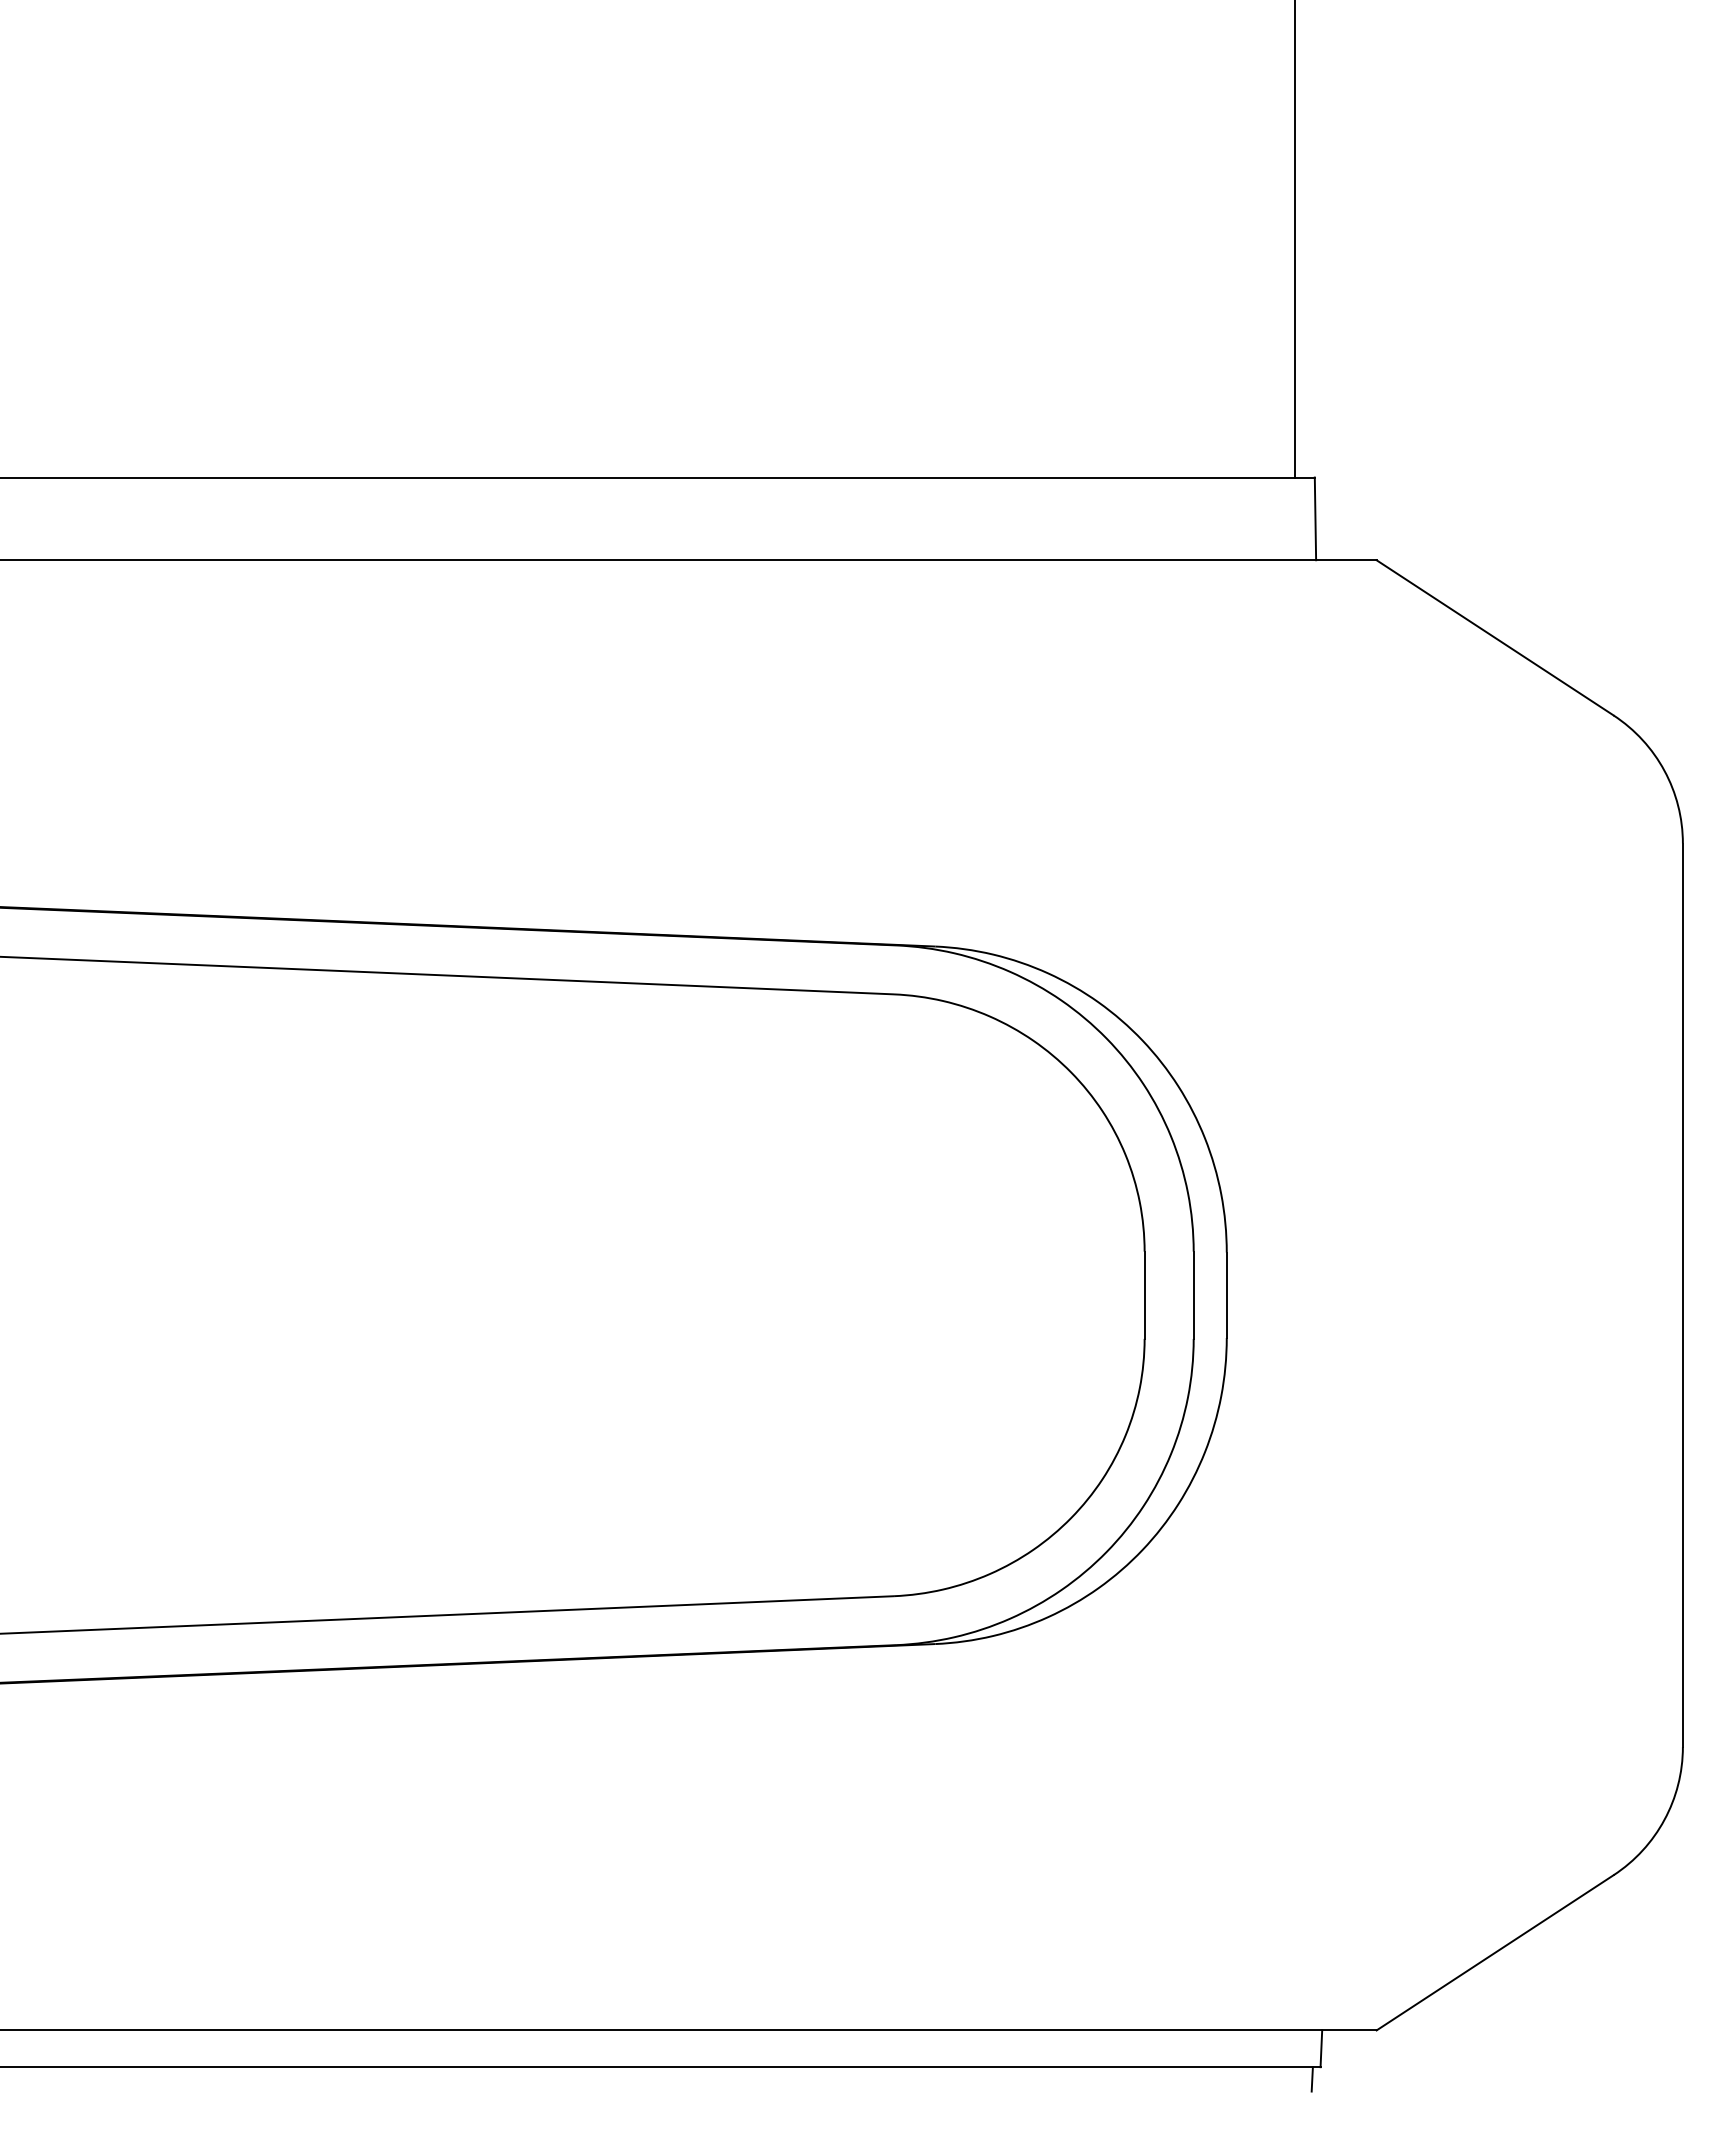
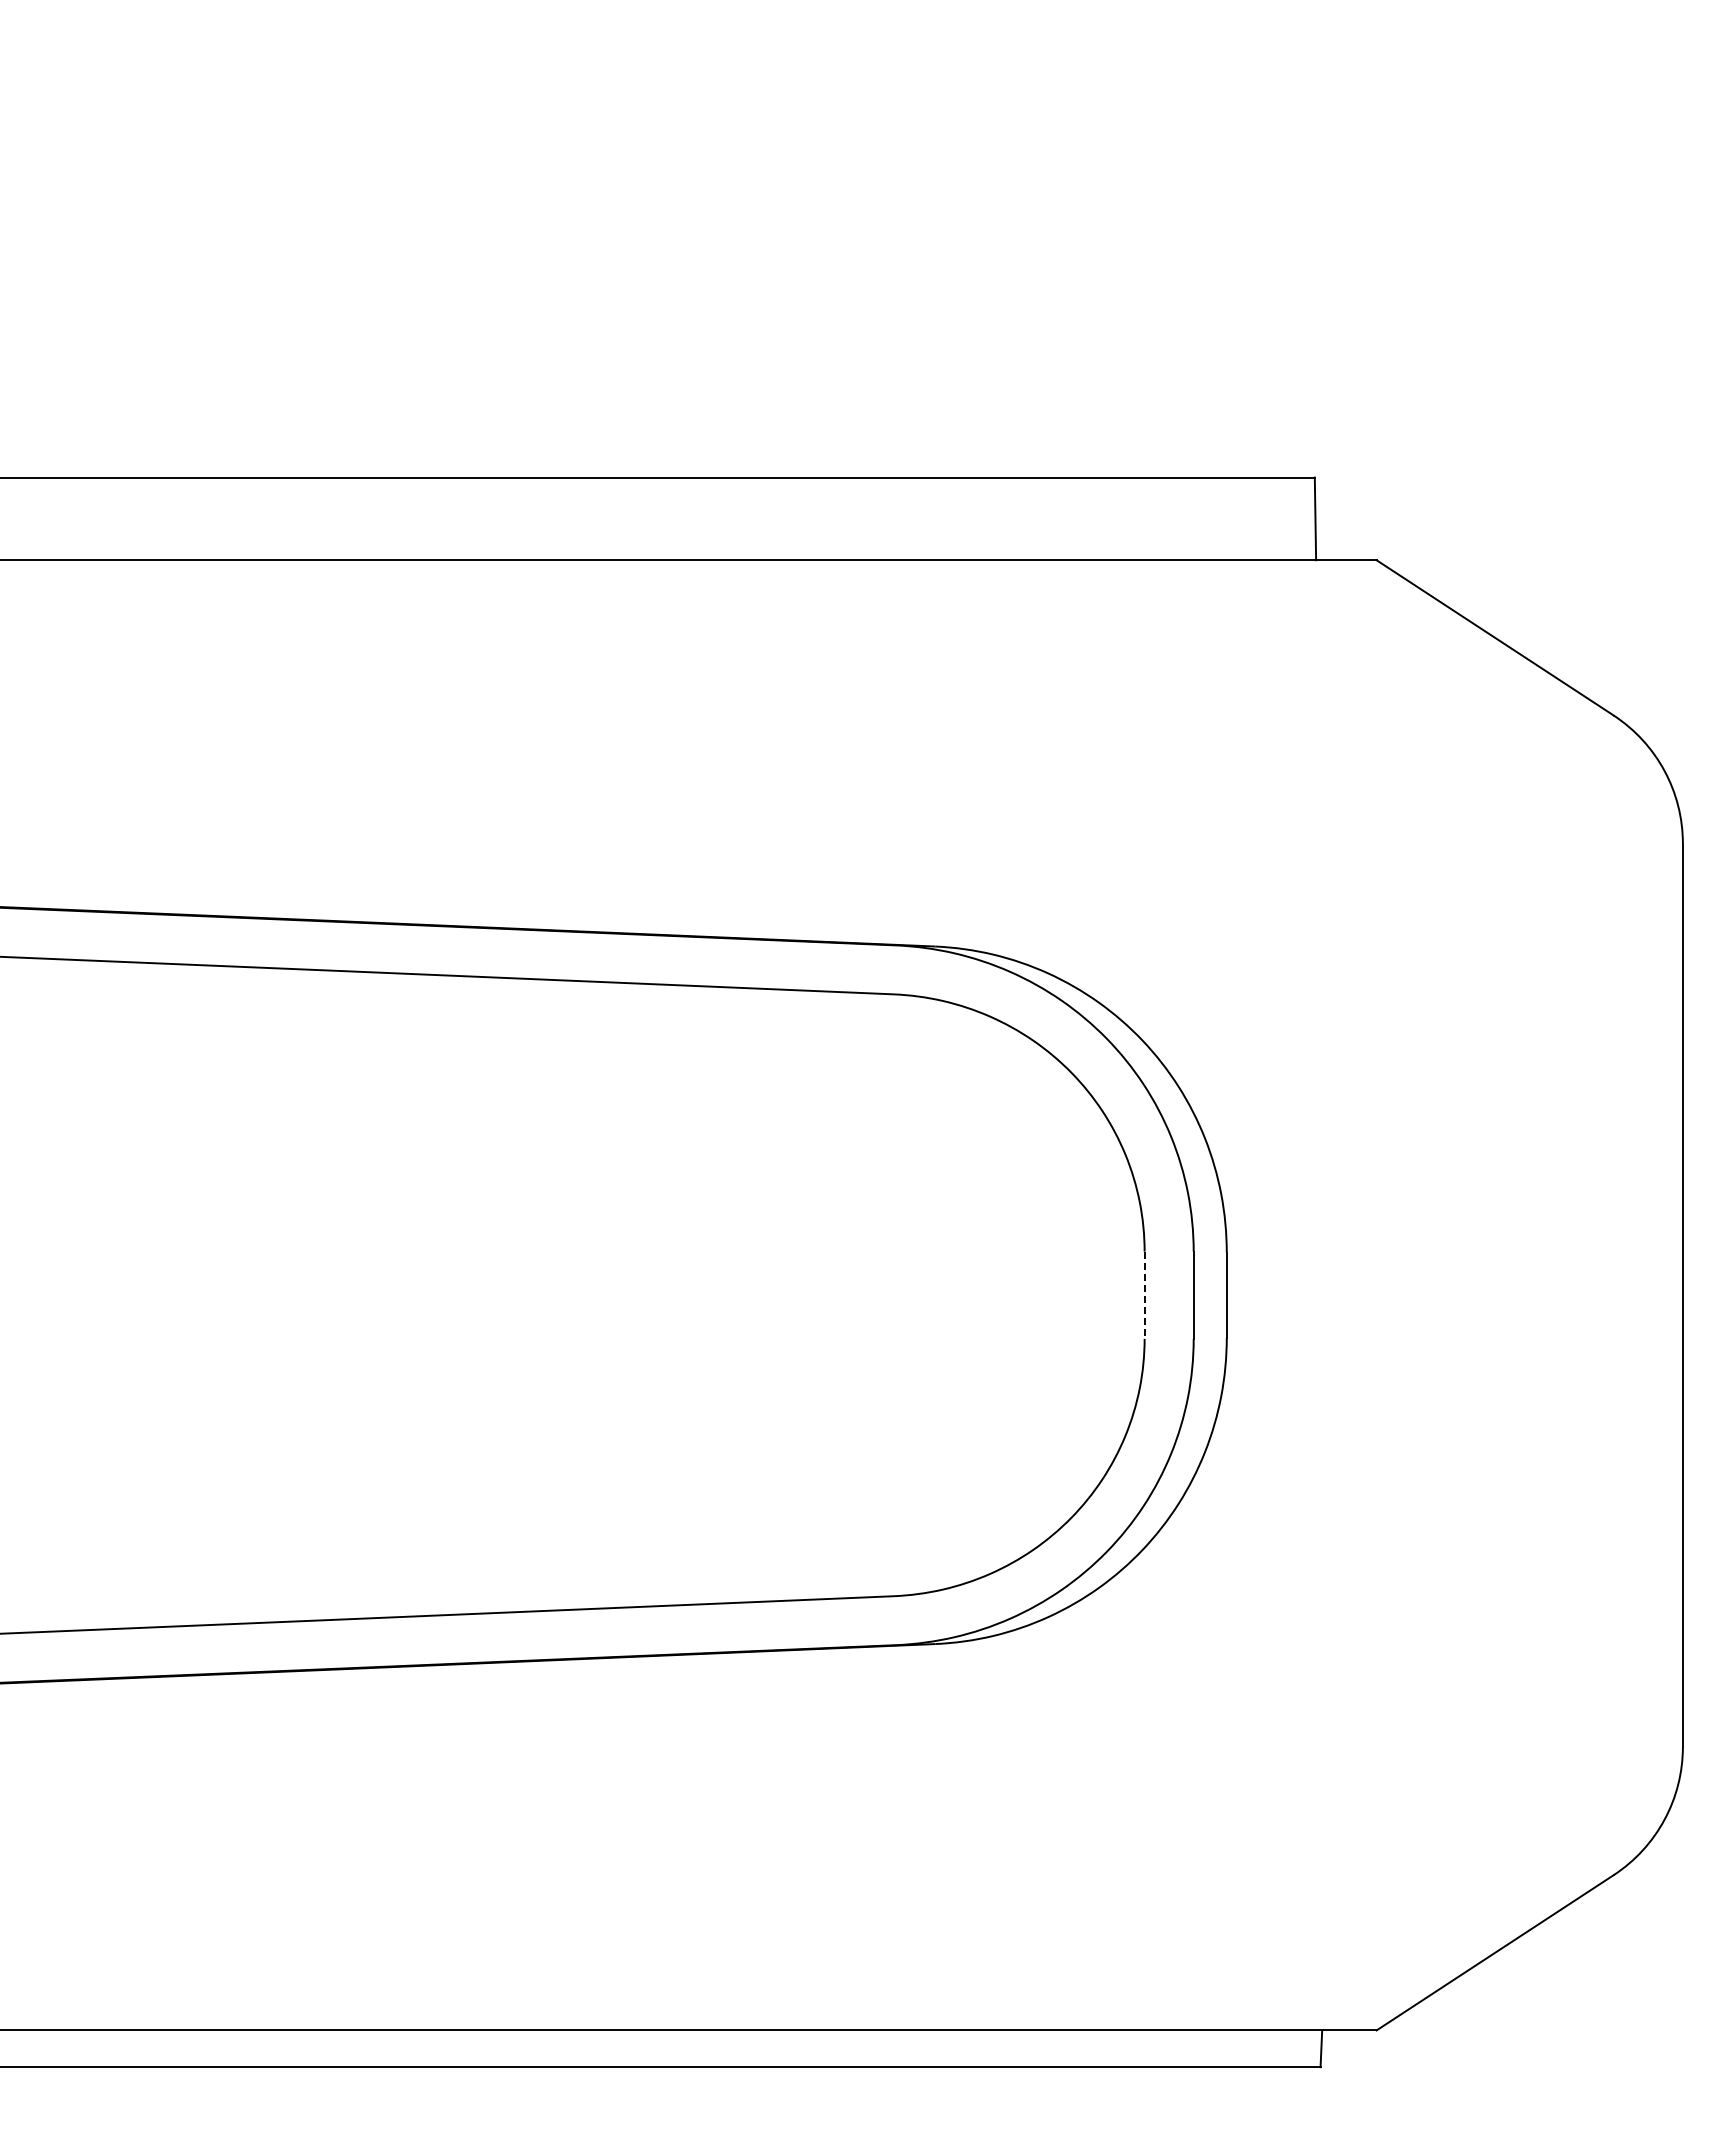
line at (1295, 239): present -> none
line at (1144, 1295): solid -> dashed
line at (1311, 2079): present -> none
